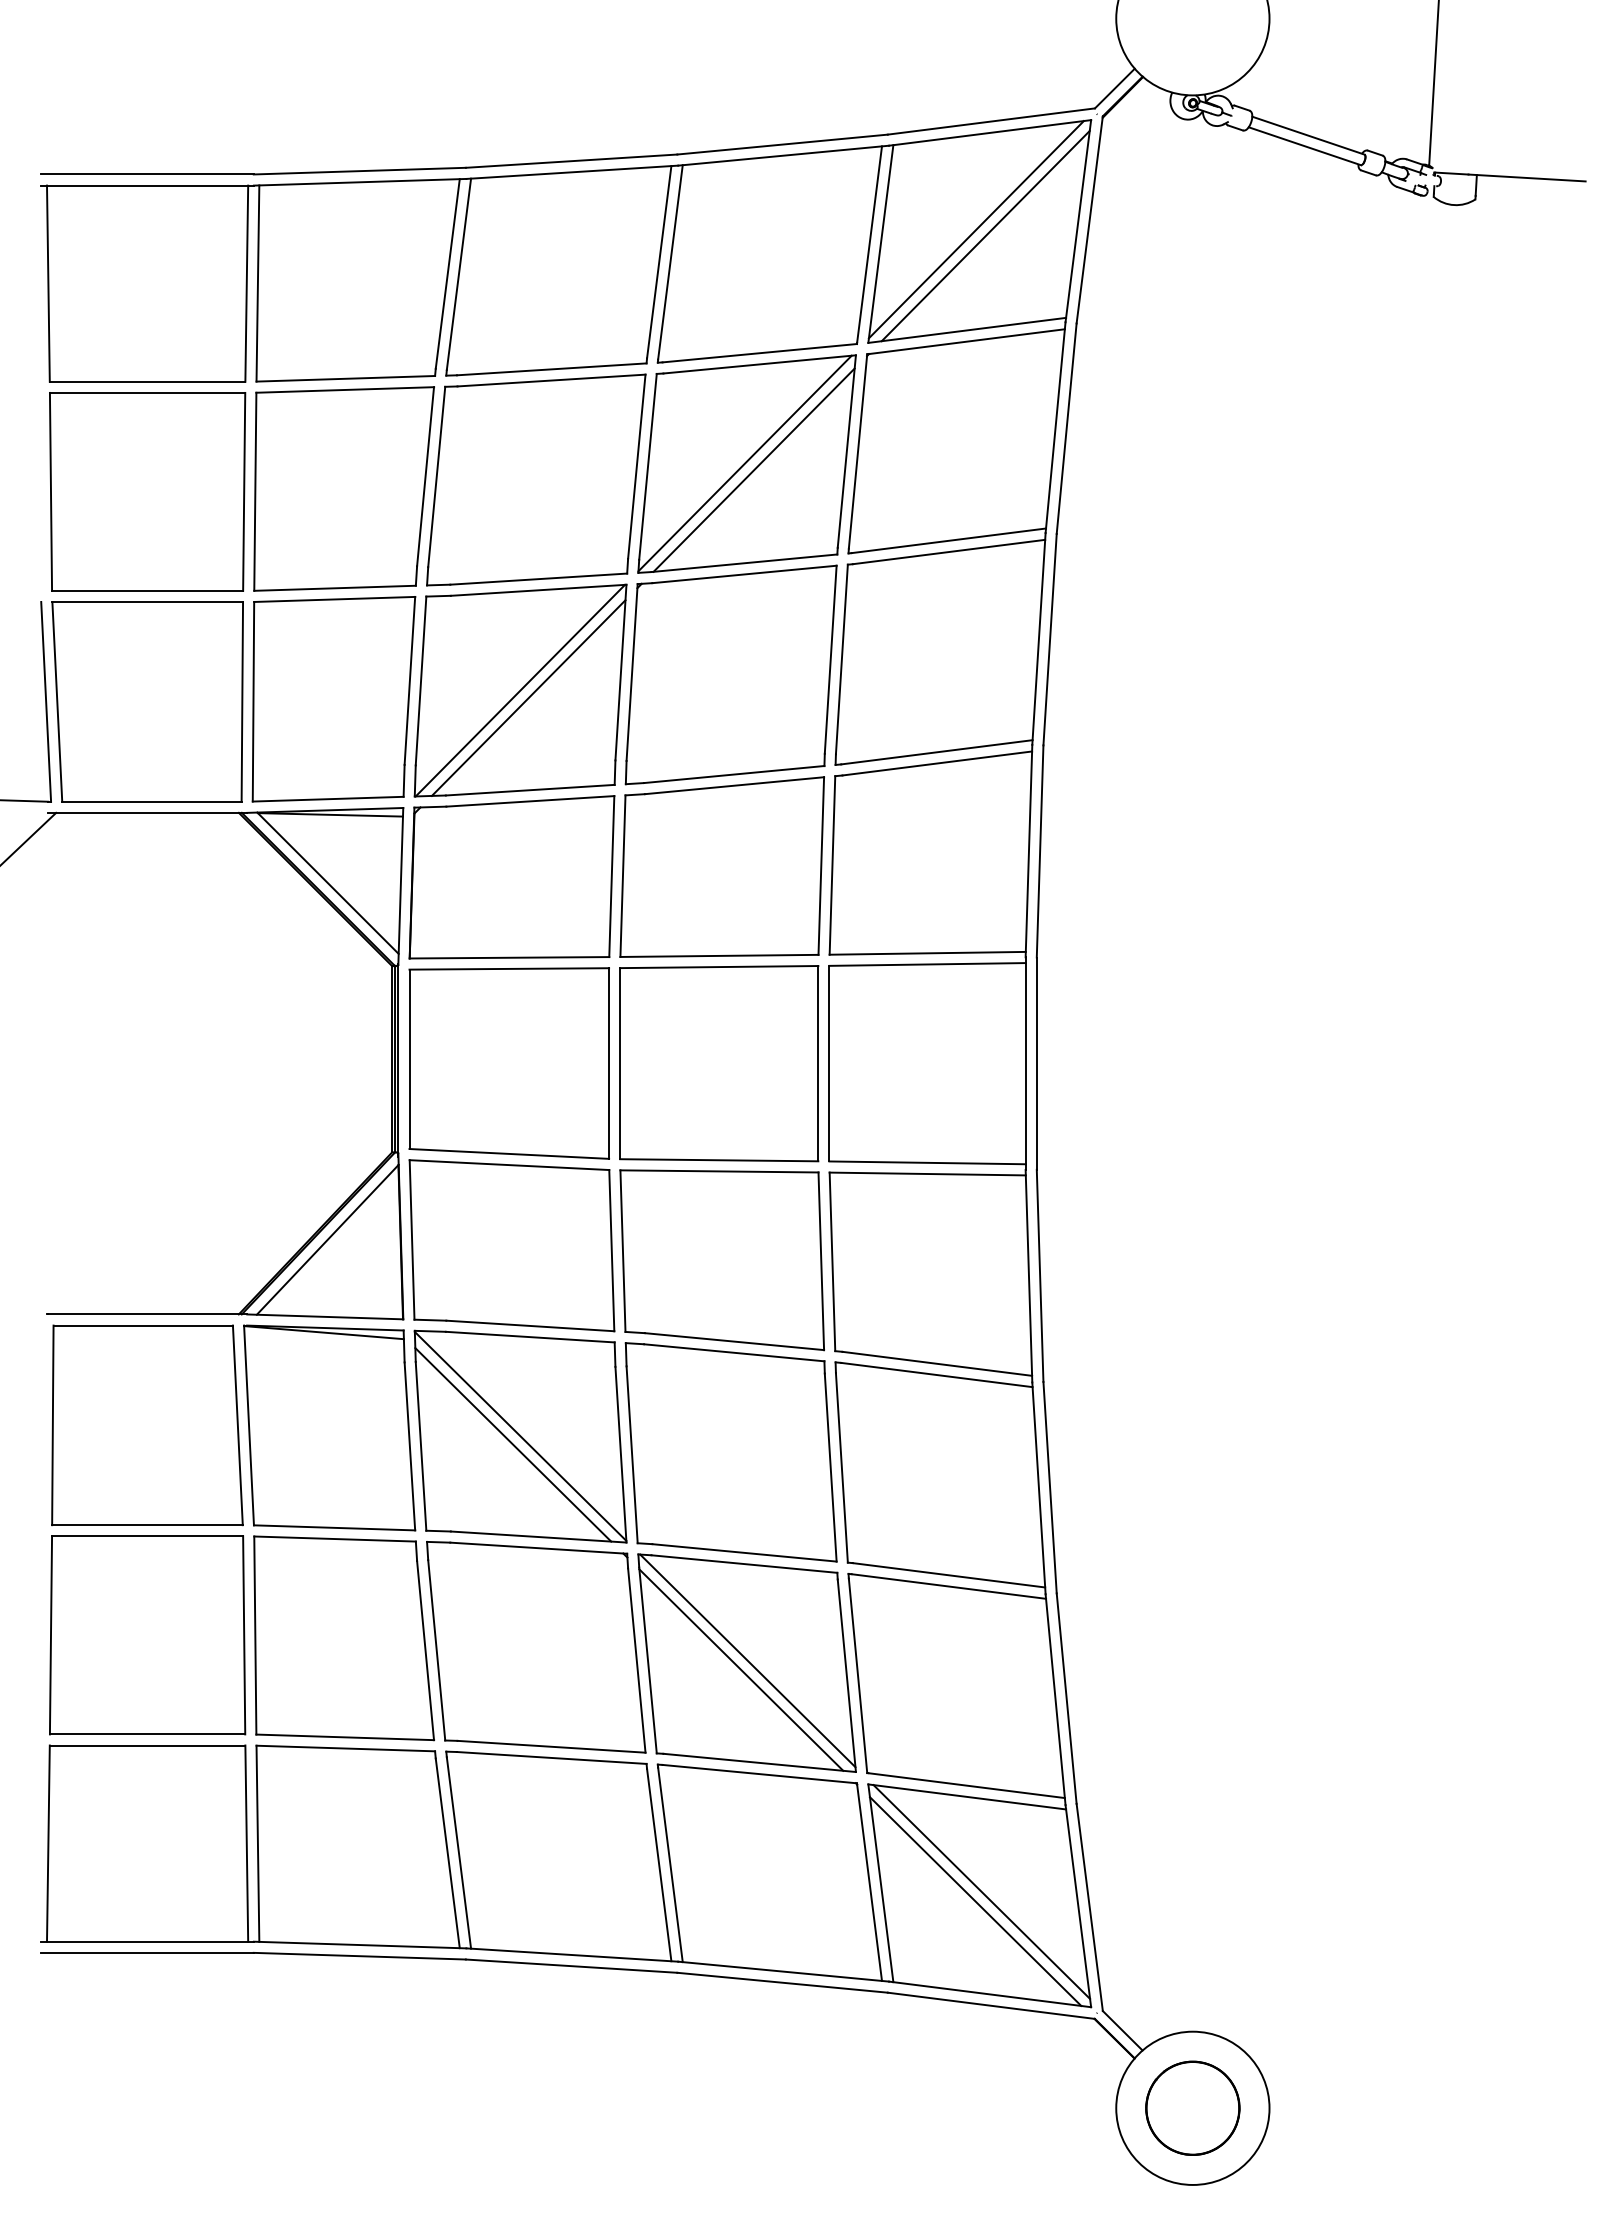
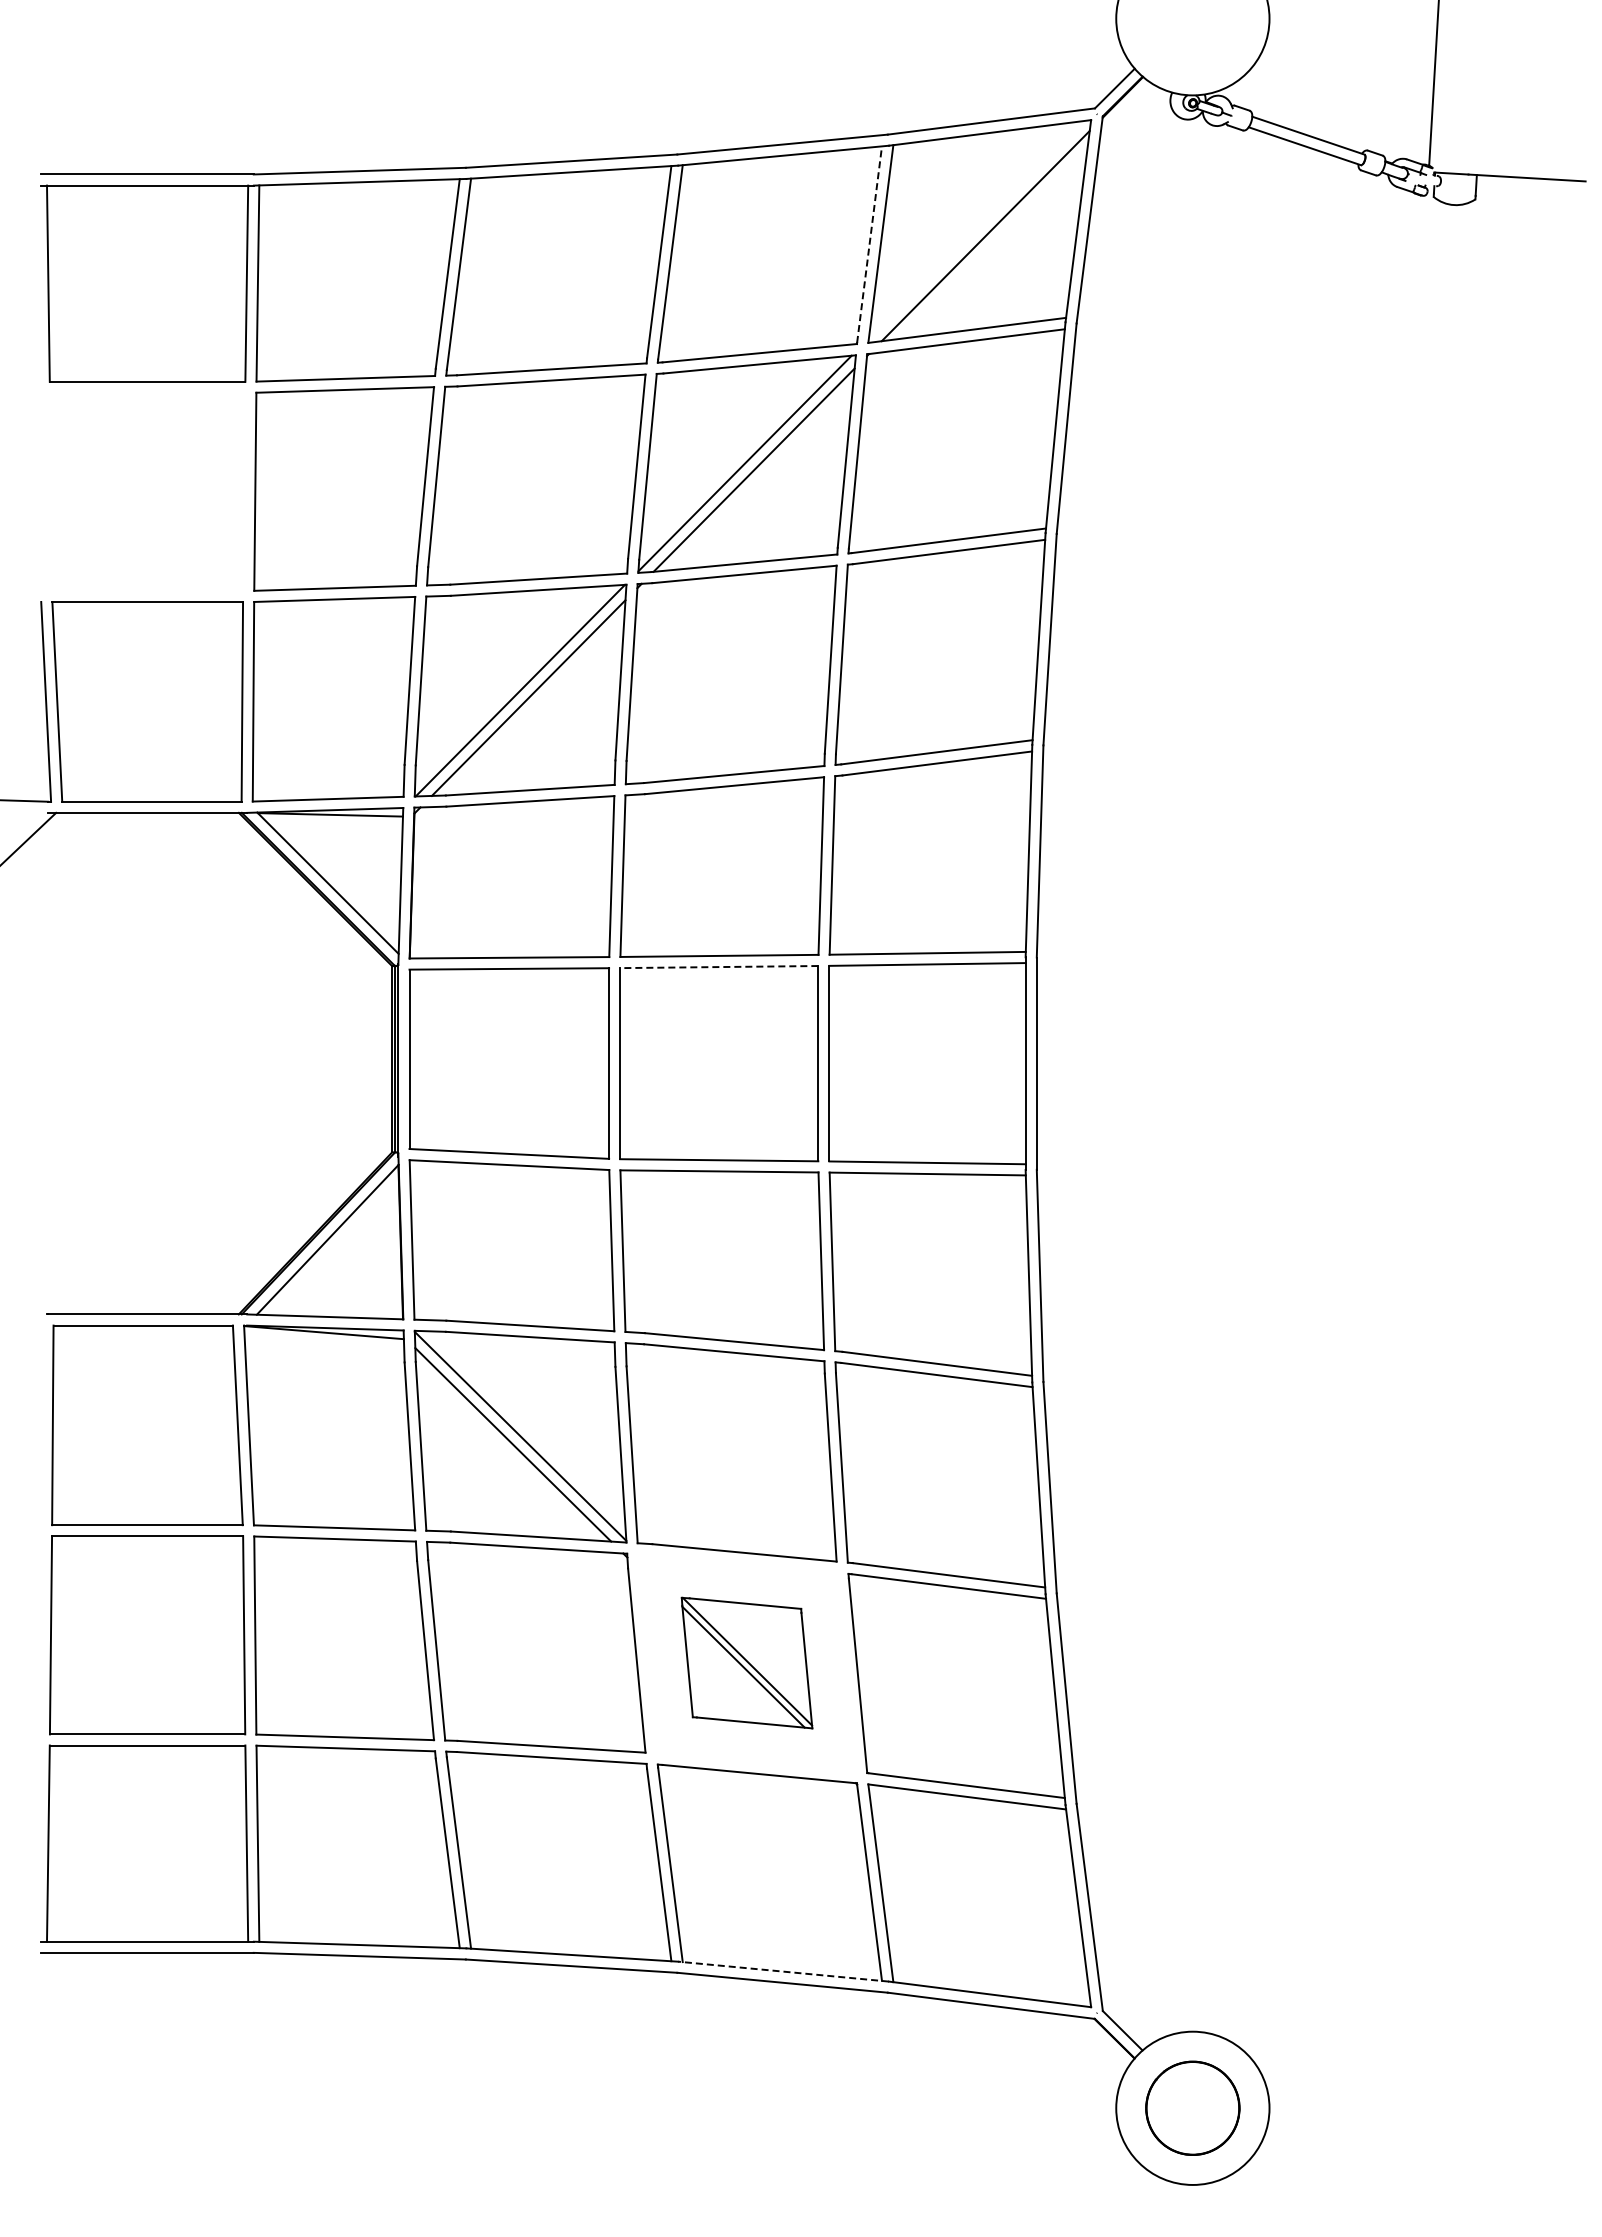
line at (975, 229): present -> none
line at (869, 244): solid -> dashed
part at (147, 491): present -> none
line at (718, 967): solid -> dashed
part at (746, 1662) size: 220x220 px -> 134x134 px
line at (981, 1891): present -> none
line at (975, 1901): present -> none
line at (783, 1971): solid -> dashed
